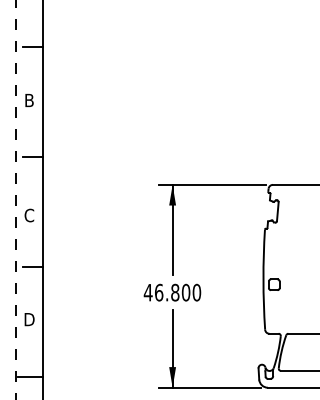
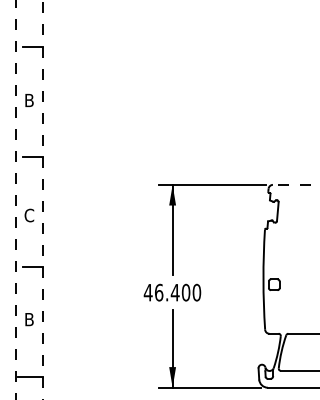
line at (295, 184): solid -> dashed
line at (43, 200): solid -> dashed
text at (174, 292): 46.800 -> 46.400
text at (29, 319): D -> B
